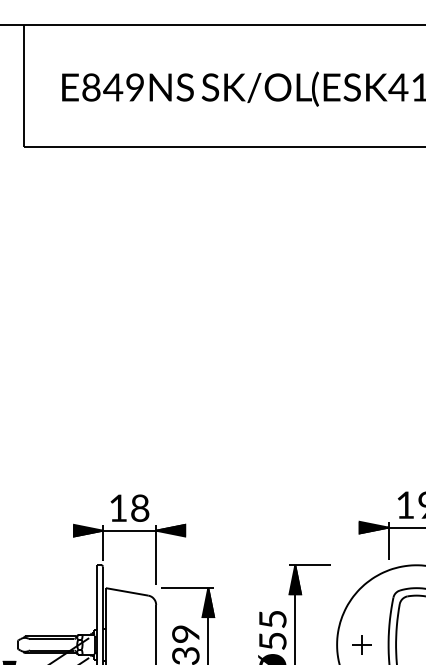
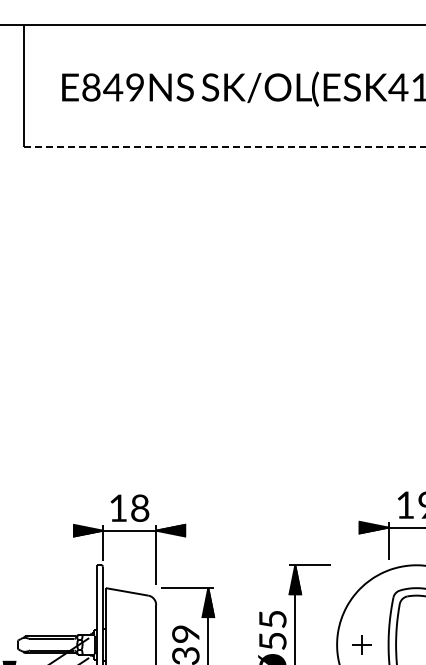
line at (225, 146): solid -> dashed
